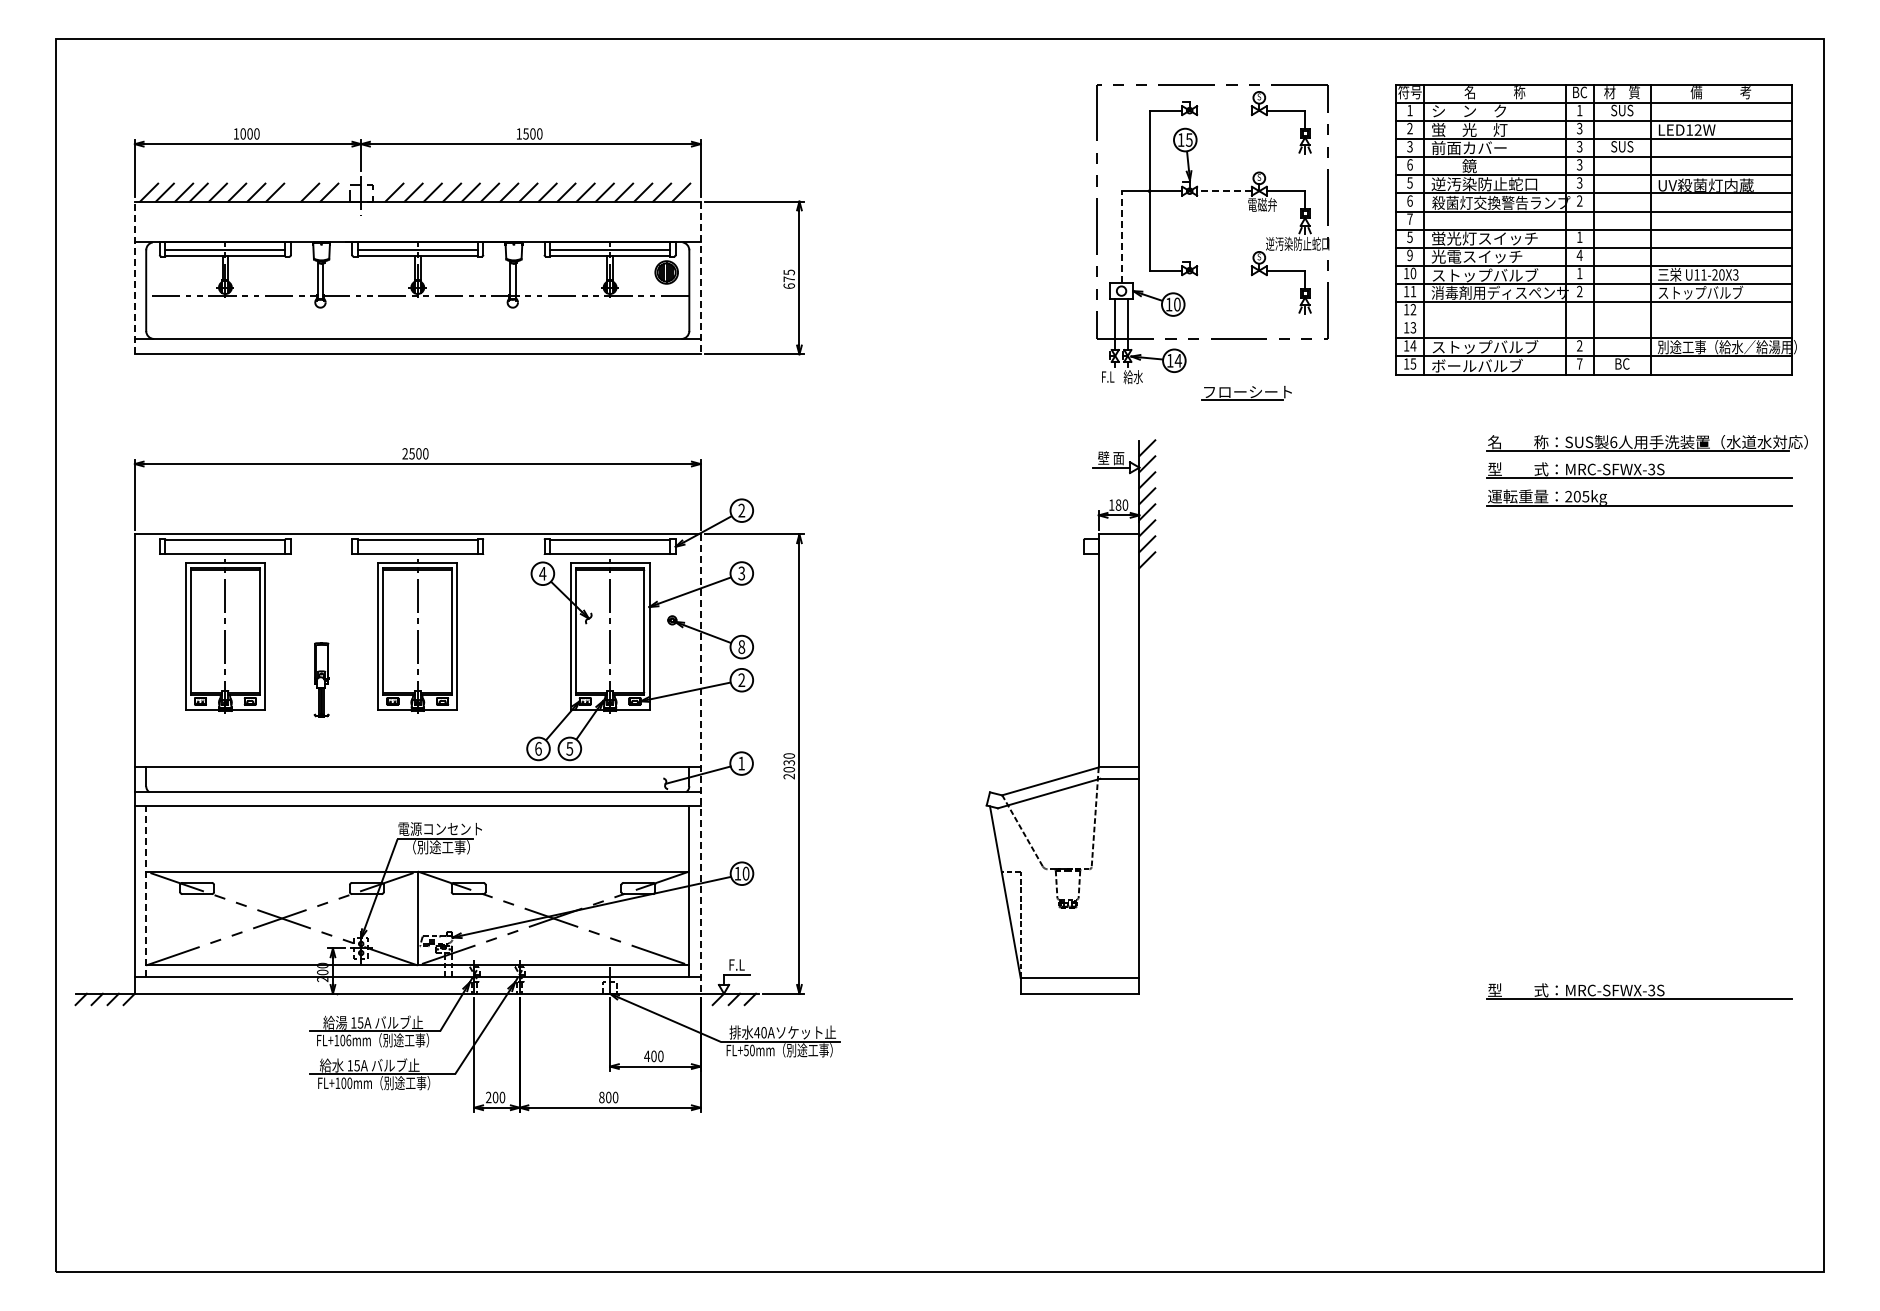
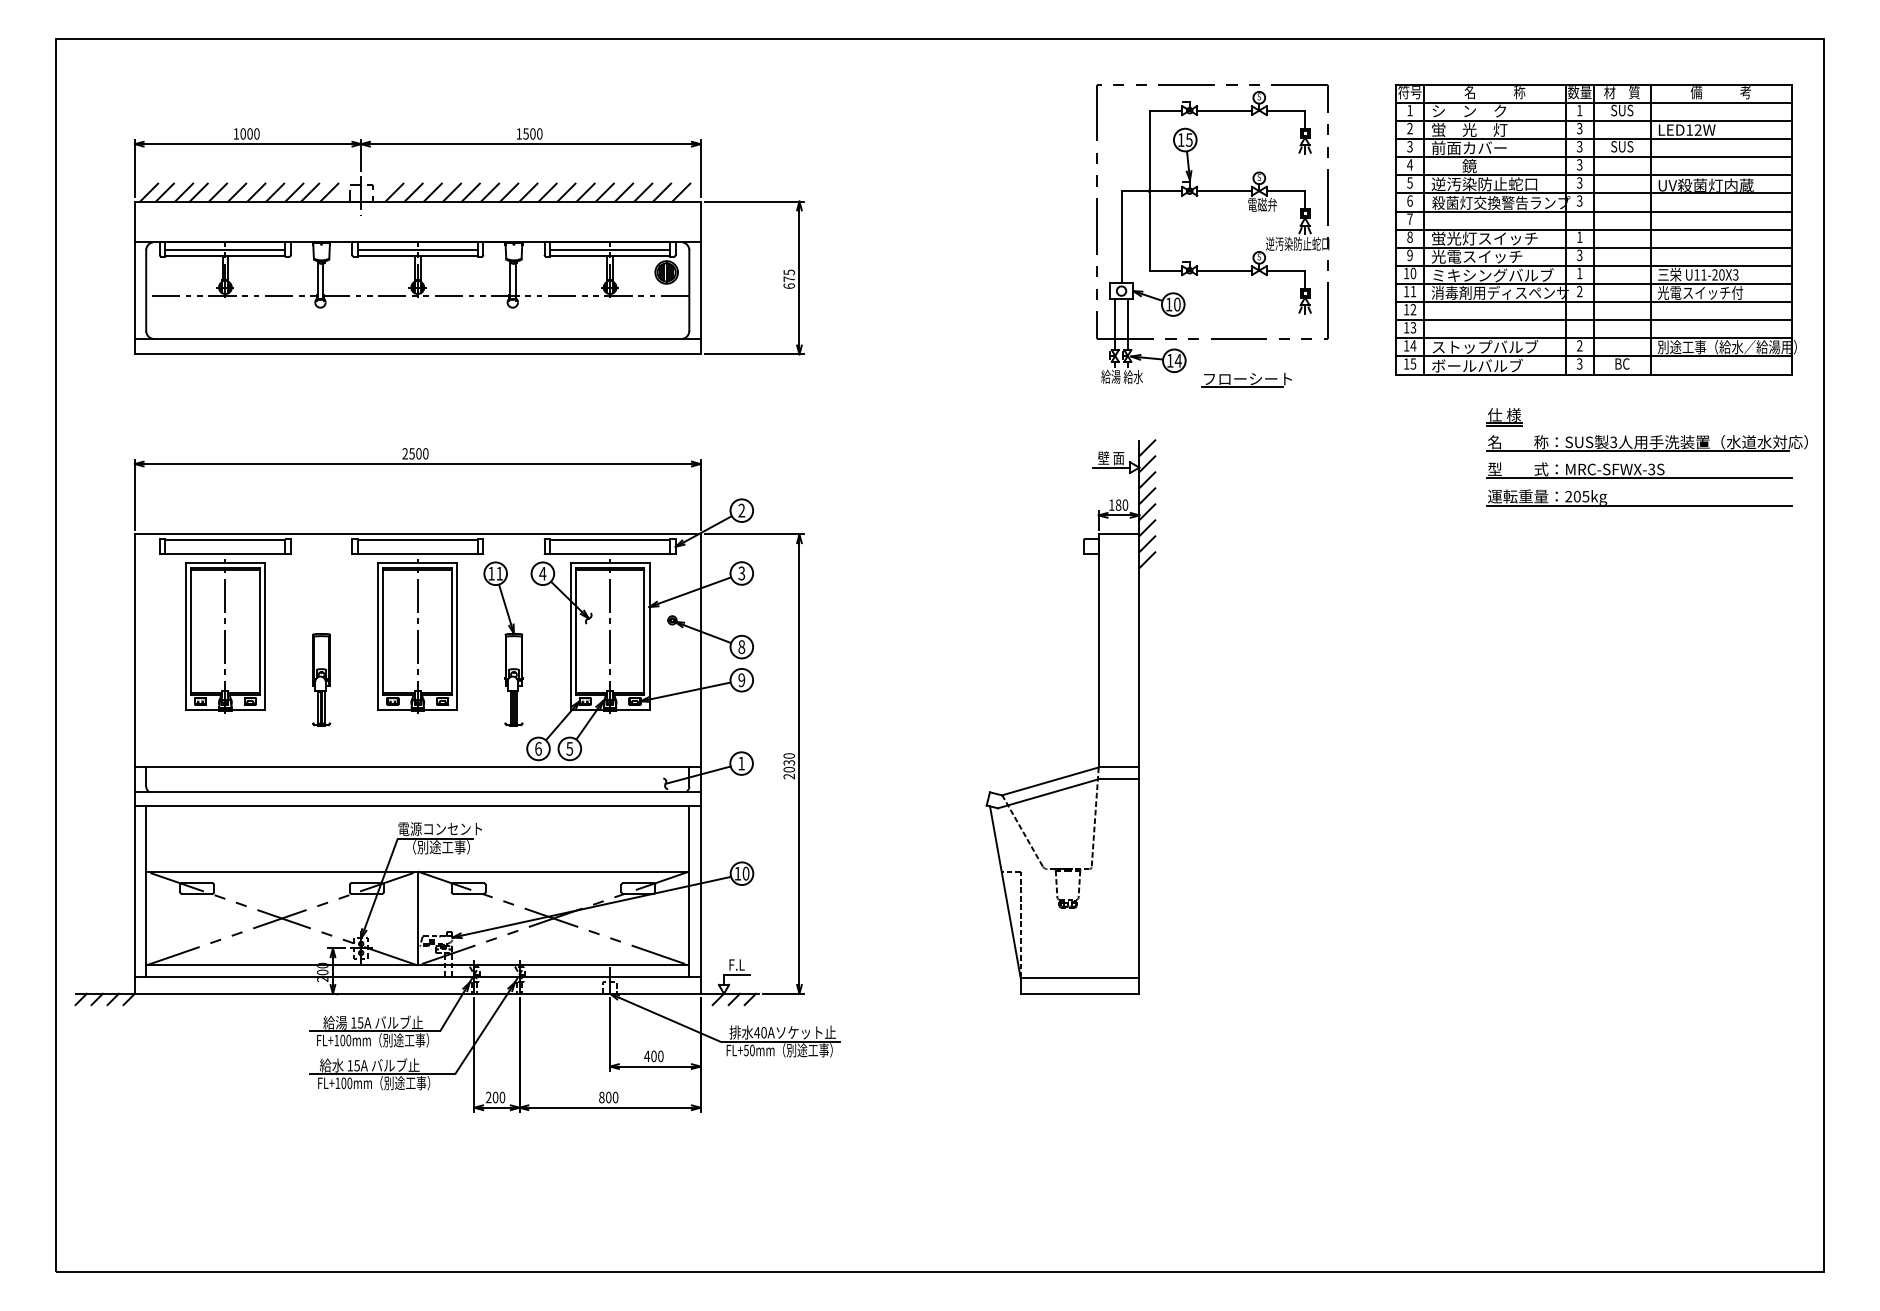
text at (1579, 92): BC -> 数量
line at (1224, 110): none -> present
text at (1409, 164): 6 -> 4
line at (1224, 191): dashed -> solid
line at (294, 192): none -> present
text at (1579, 201): 2 -> 3
text at (1409, 236): 5 -> 8
line at (1121, 237): dashed -> solid
text at (1579, 255): 4 -> 3
line at (1224, 270): none -> present
text at (1492, 275): ストップバルブ -> ミキシングバルブ
line at (134, 277): dashed -> solid
line at (700, 278): dashed -> solid
text at (1700, 292): ストップバルブ -> 光電スイッチ付
line at (1593, 320): none -> present
text at (1579, 363): 7 -> 3
text at (1110, 376): F.L -> 給湯
part at (1246, 393) position: (1246, 393) -> (1246, 380)
part at (1504, 417): none -> present
text at (1613, 442): 6 -> 3
part at (503, 643): none -> present
part at (321, 679) size: 17x76 px -> 20x94 px
text at (741, 680): 2 -> 9
line at (700, 764): dashed -> solid
line at (146, 891): dashed -> solid
part at (1639, 991): present -> none
text at (348, 1039): FL+106mm -> FL+100mm
